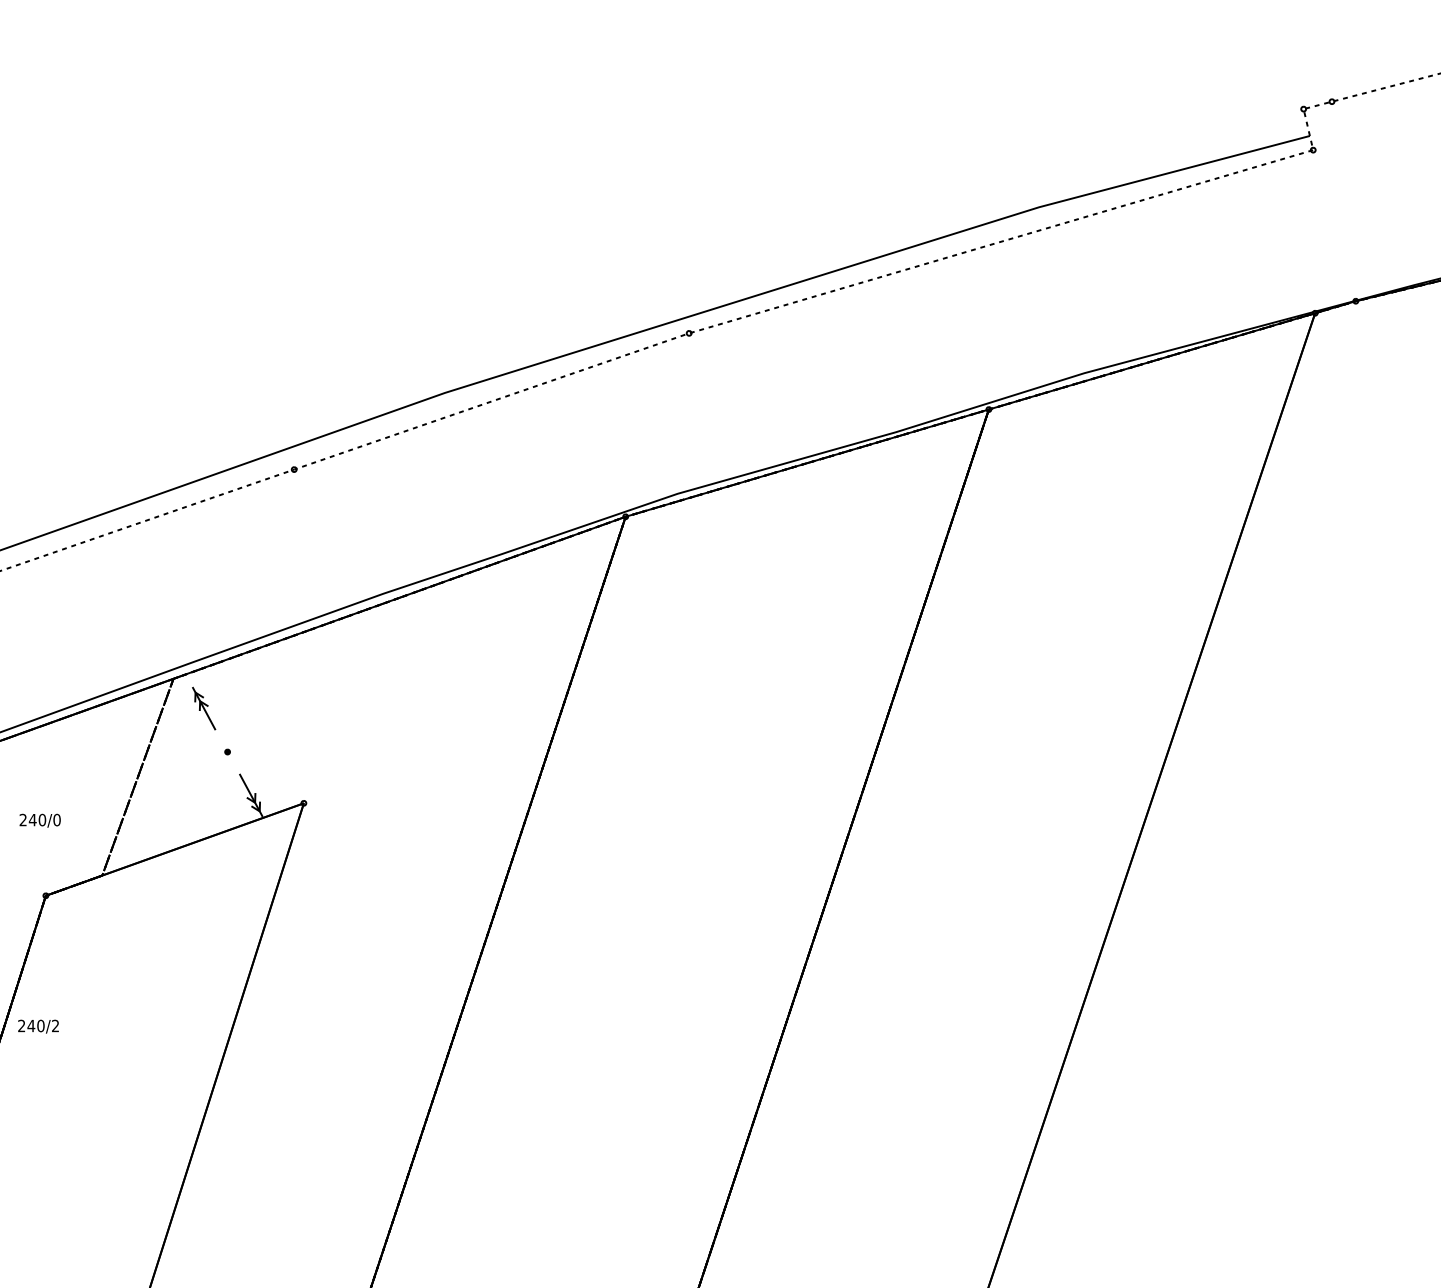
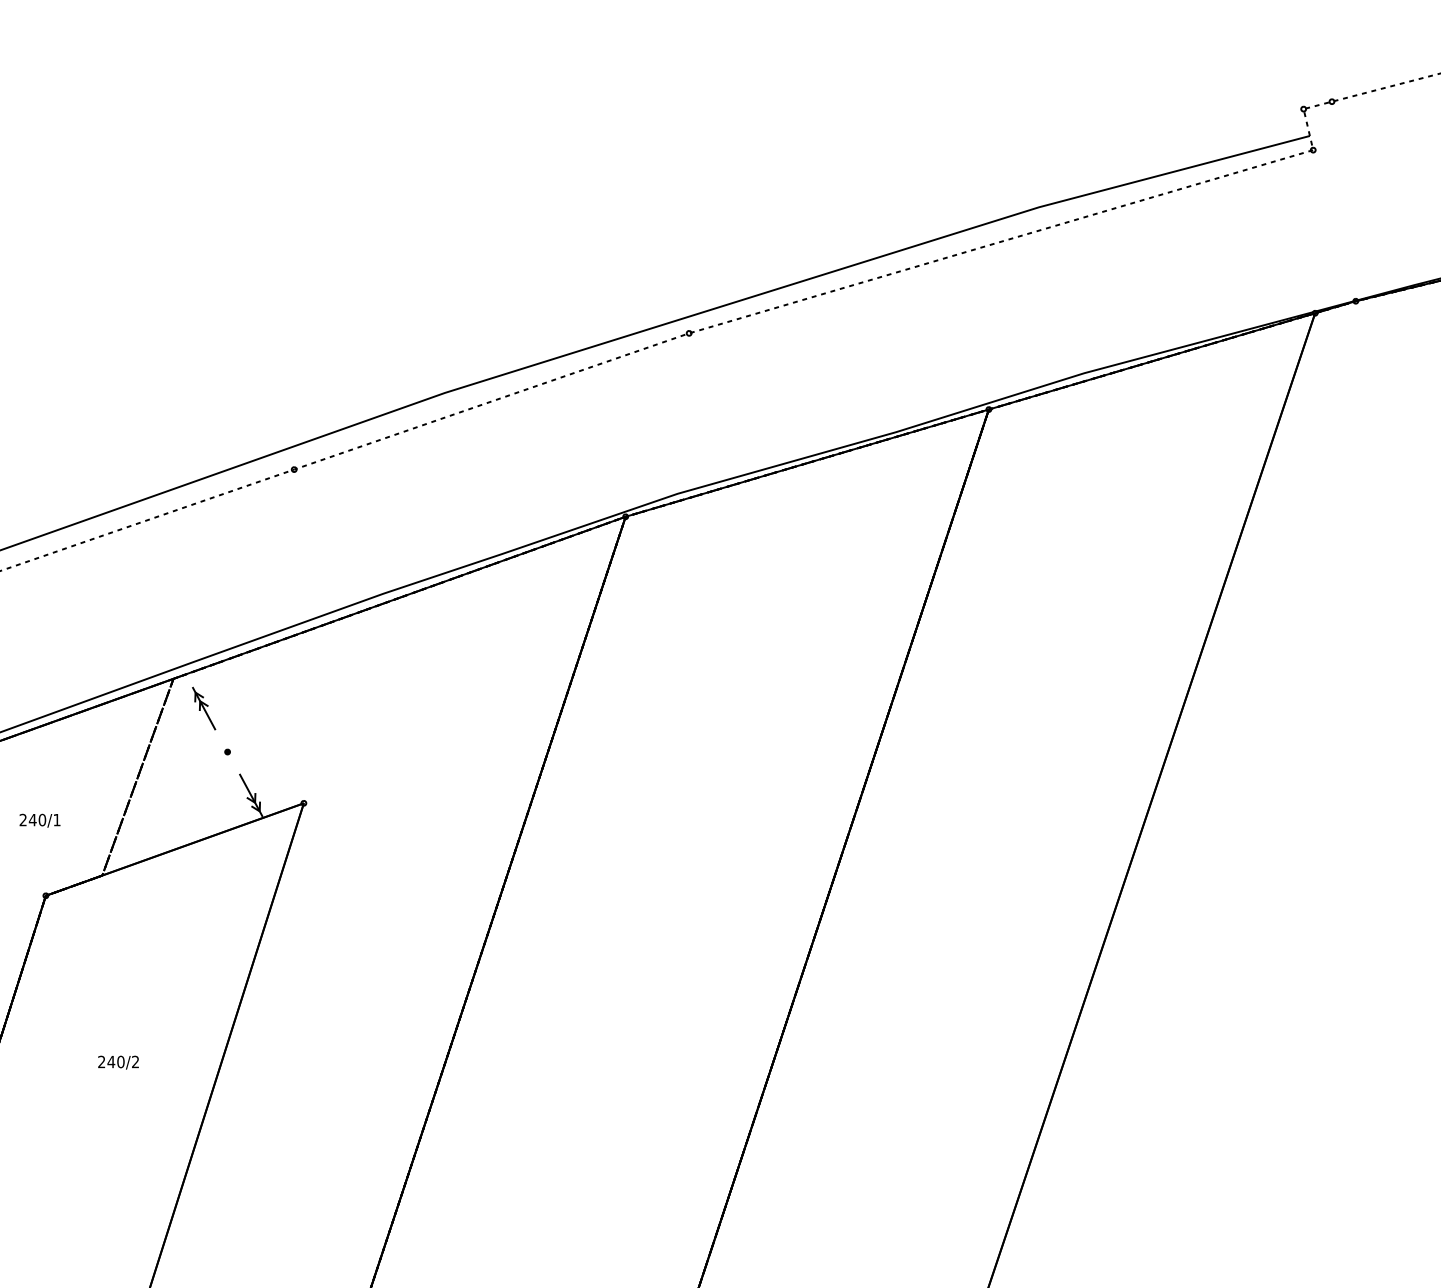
text at (56, 819): 240/0 -> 240/1
text at (38, 1026) position: (38, 1026) -> (118, 1062)
